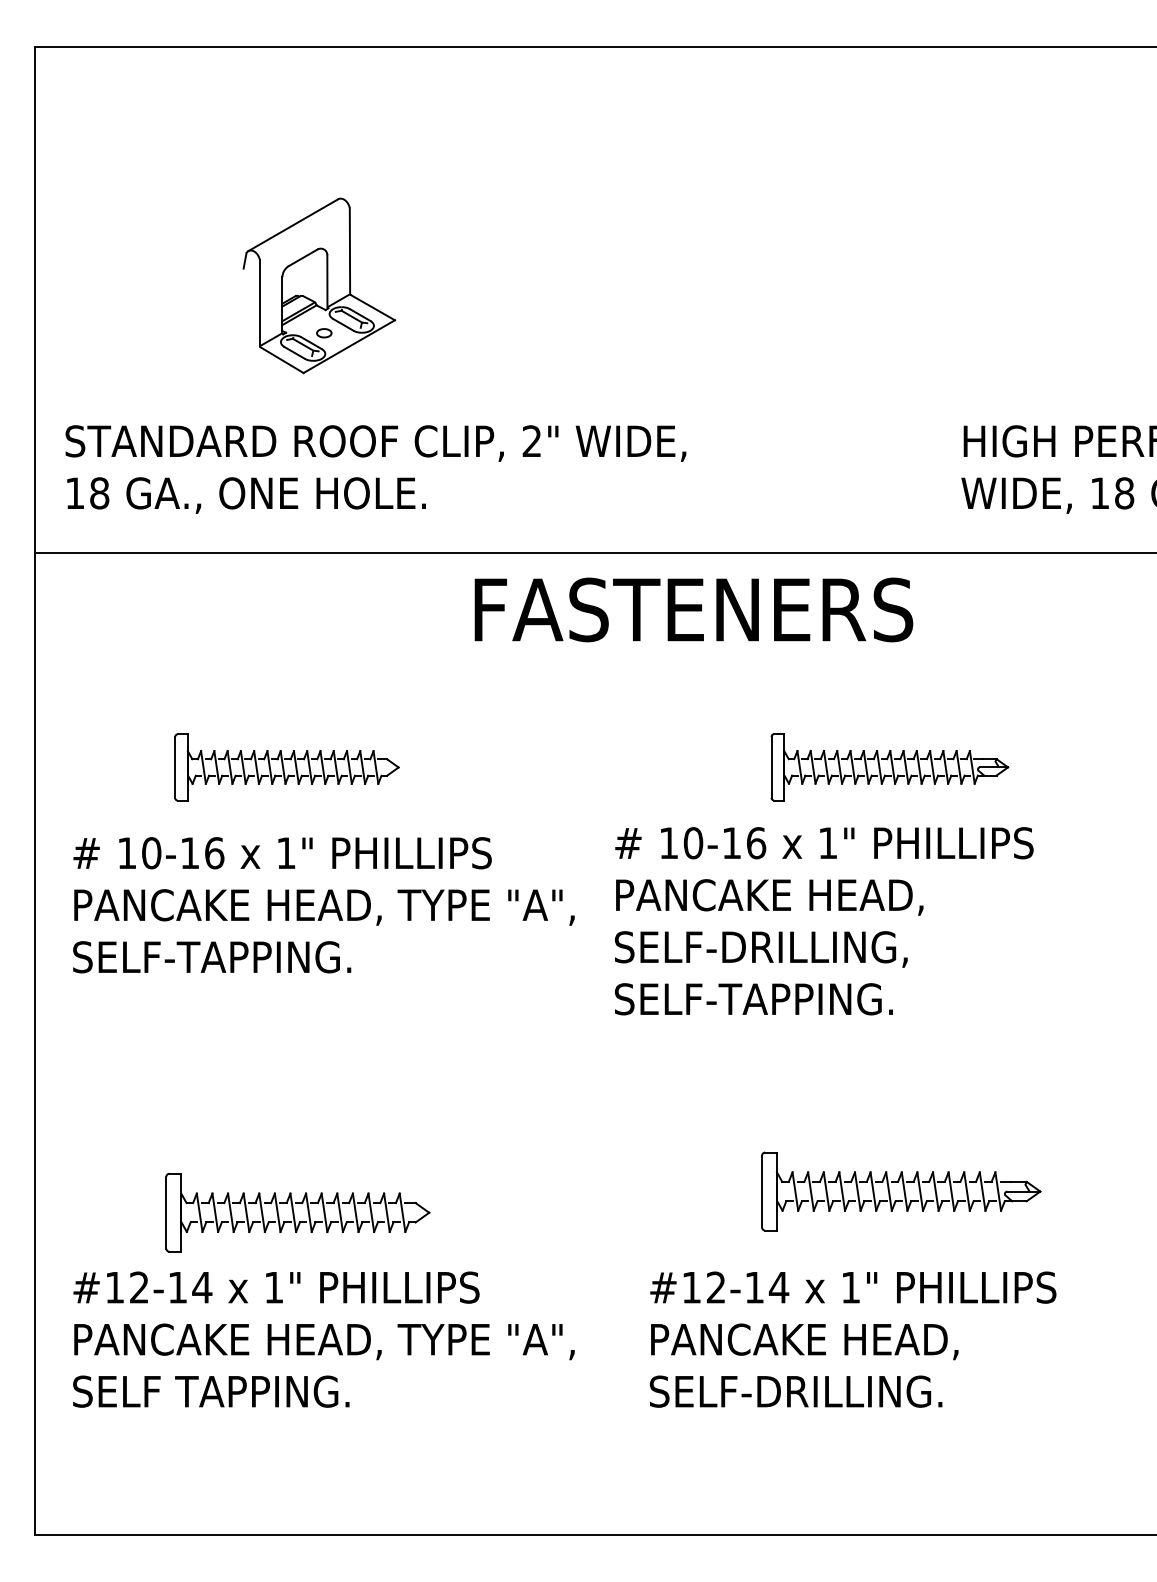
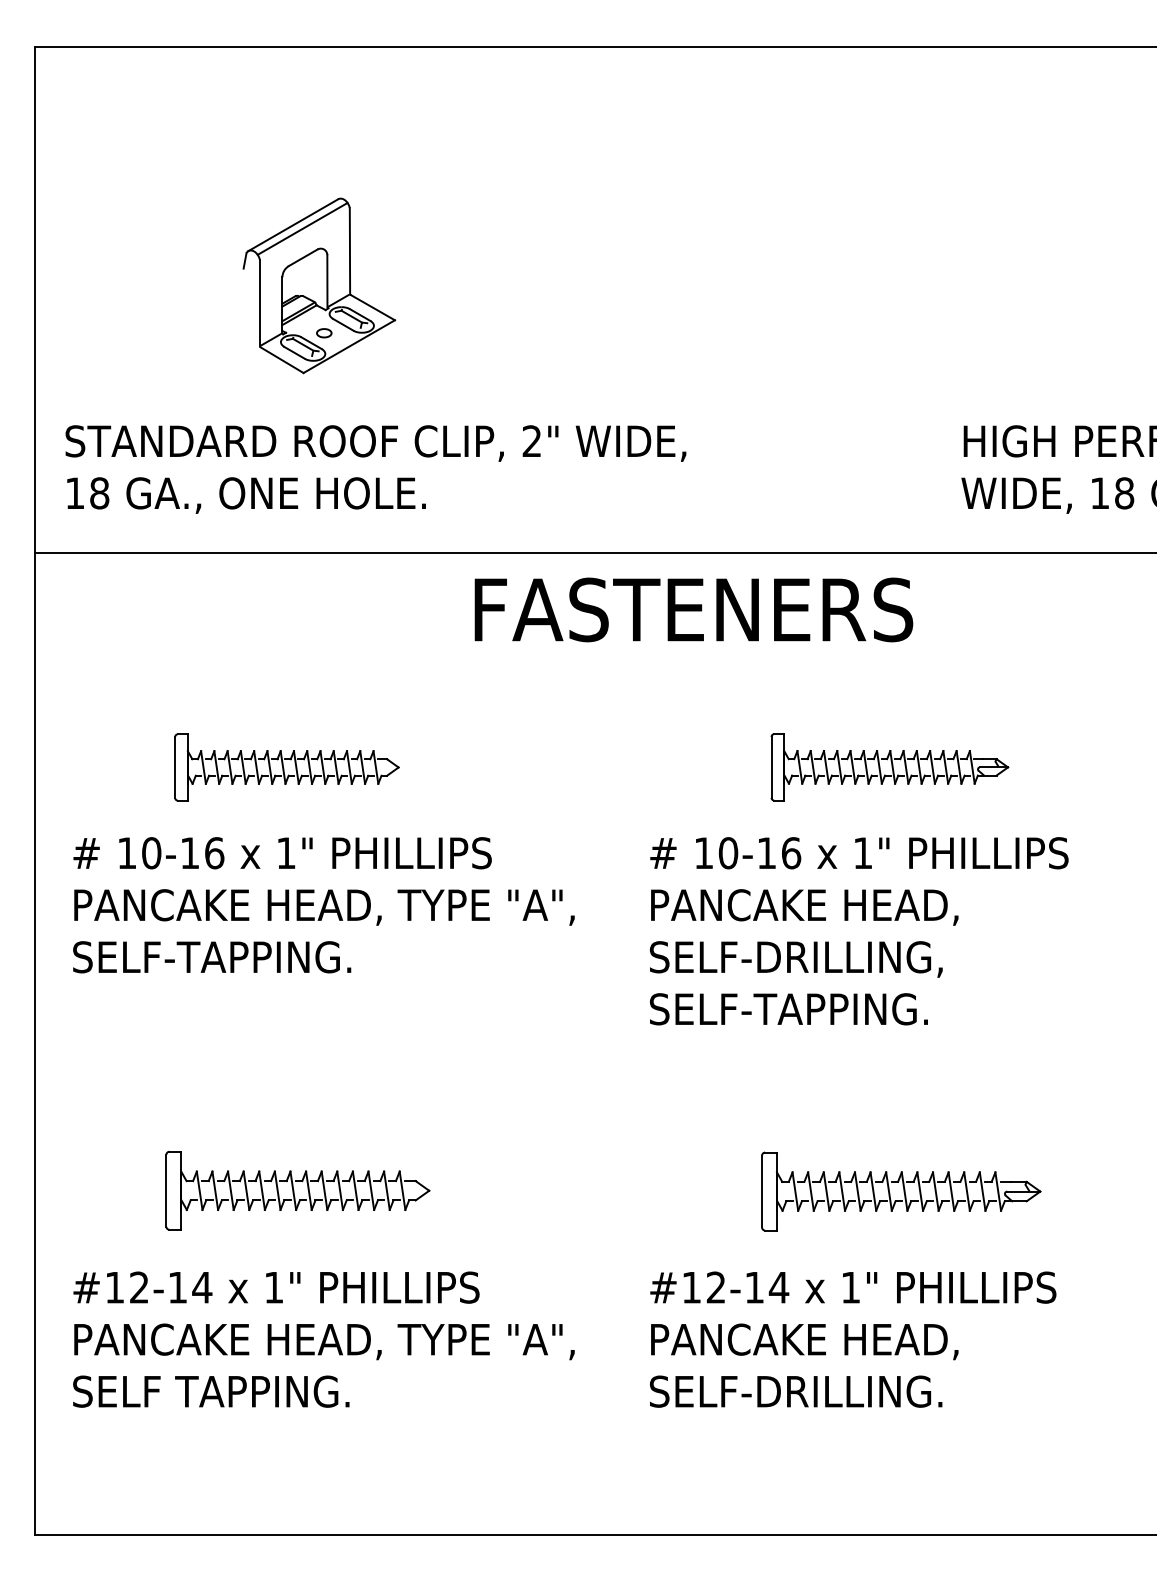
line at (302, 228): none -> present
text at (824, 921) position: (824, 921) -> (859, 931)
part at (297, 1212) position: (297, 1212) -> (297, 1190)
